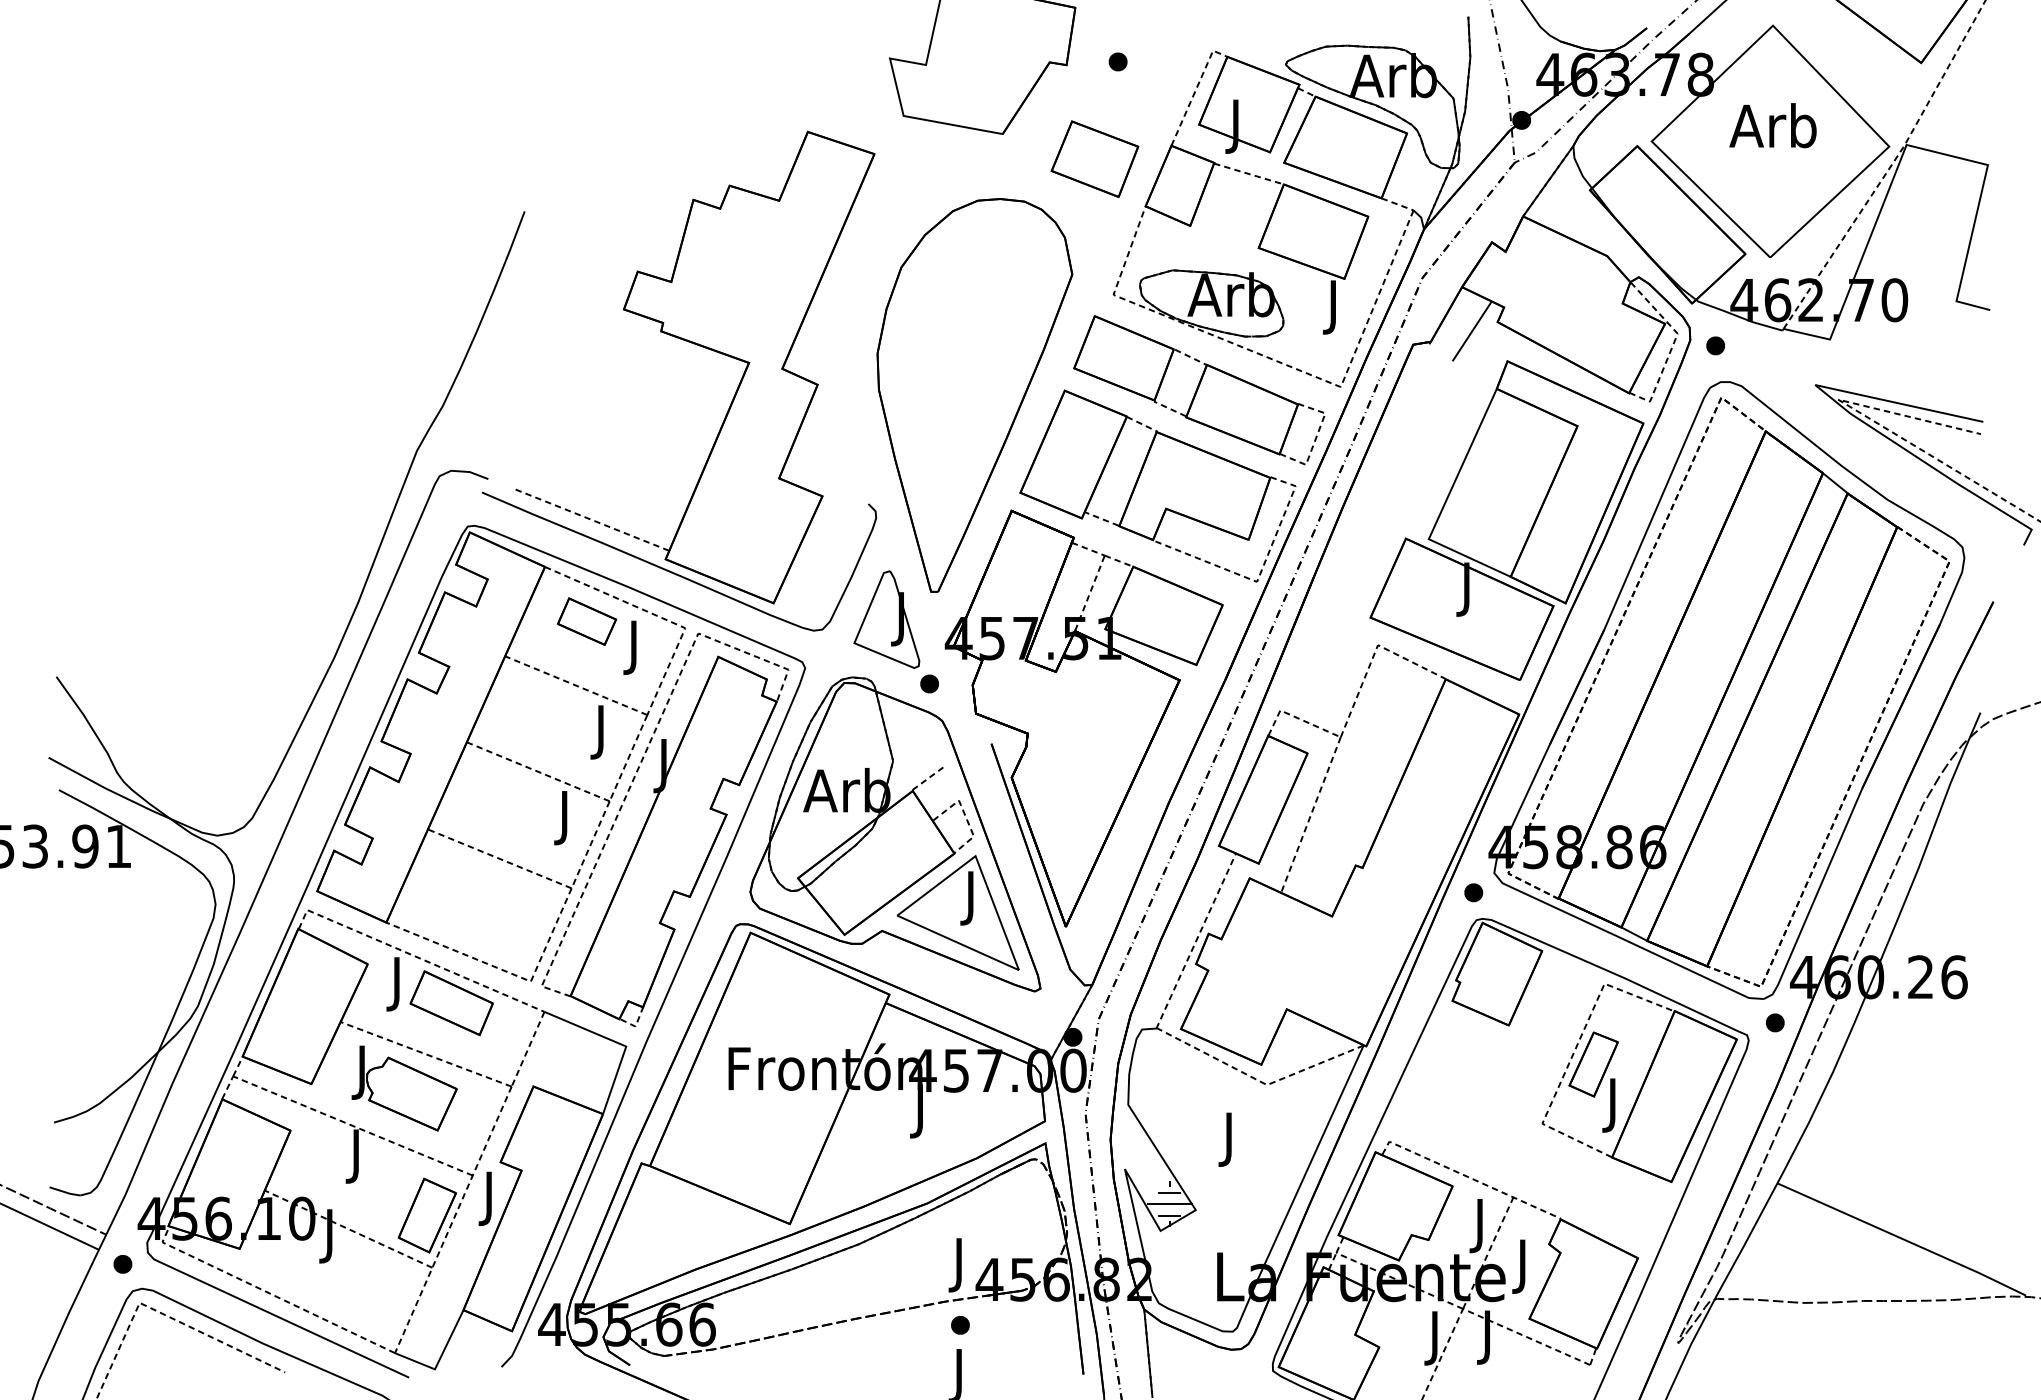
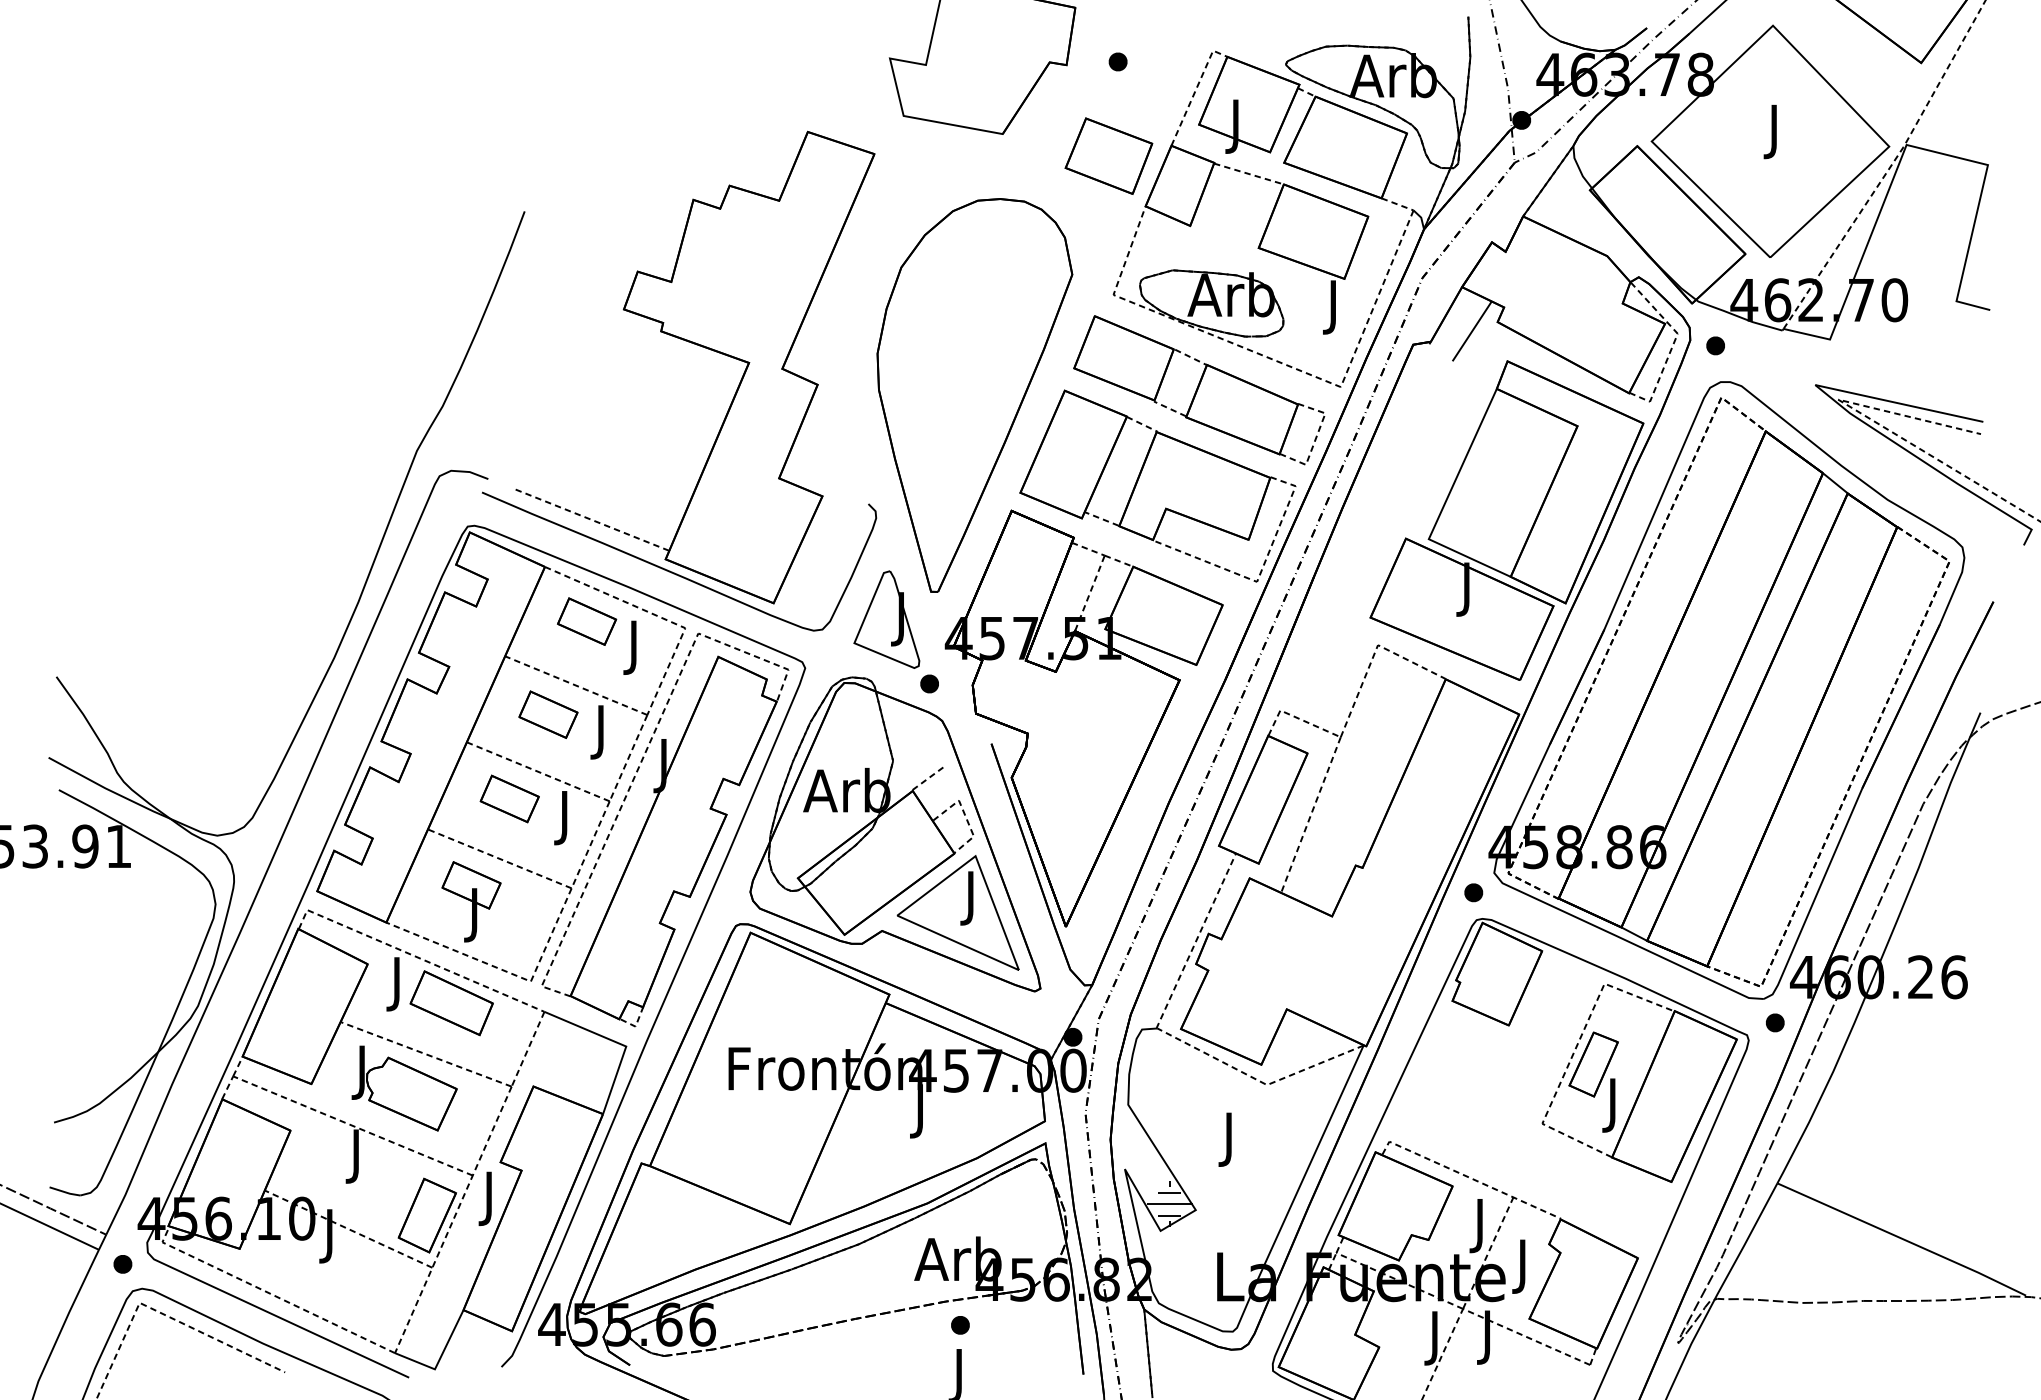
text at (1772, 131): Arb -> J
part at (1094, 158) position: (1094, 158) -> (1108, 155)
part at (548, 714): none -> present
part at (509, 798): none -> present
part at (471, 901): none -> present
text at (957, 1264): J -> Arb
